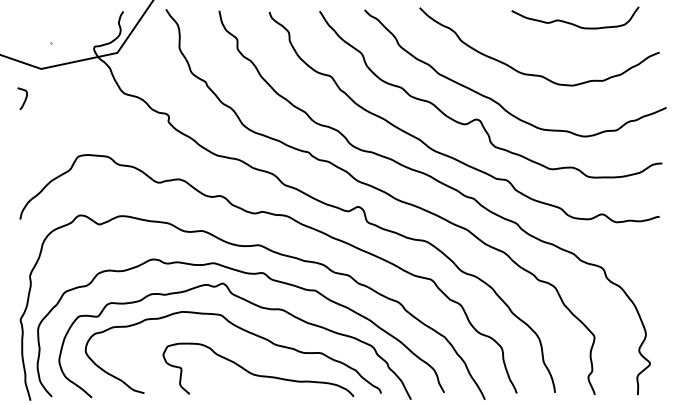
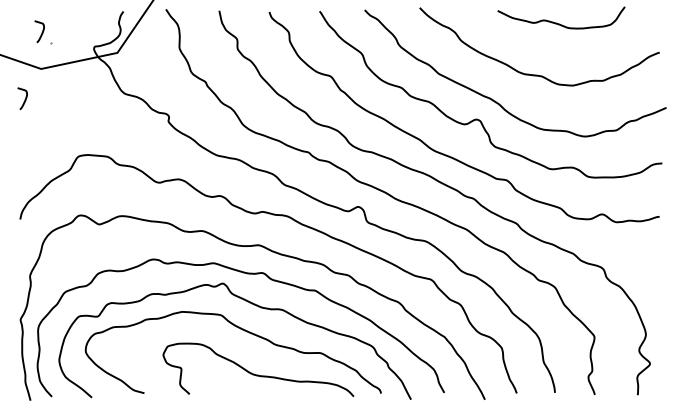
curve at (573, 23) position: (573, 23) -> (559, 23)
curve at (41, 32): none -> present
